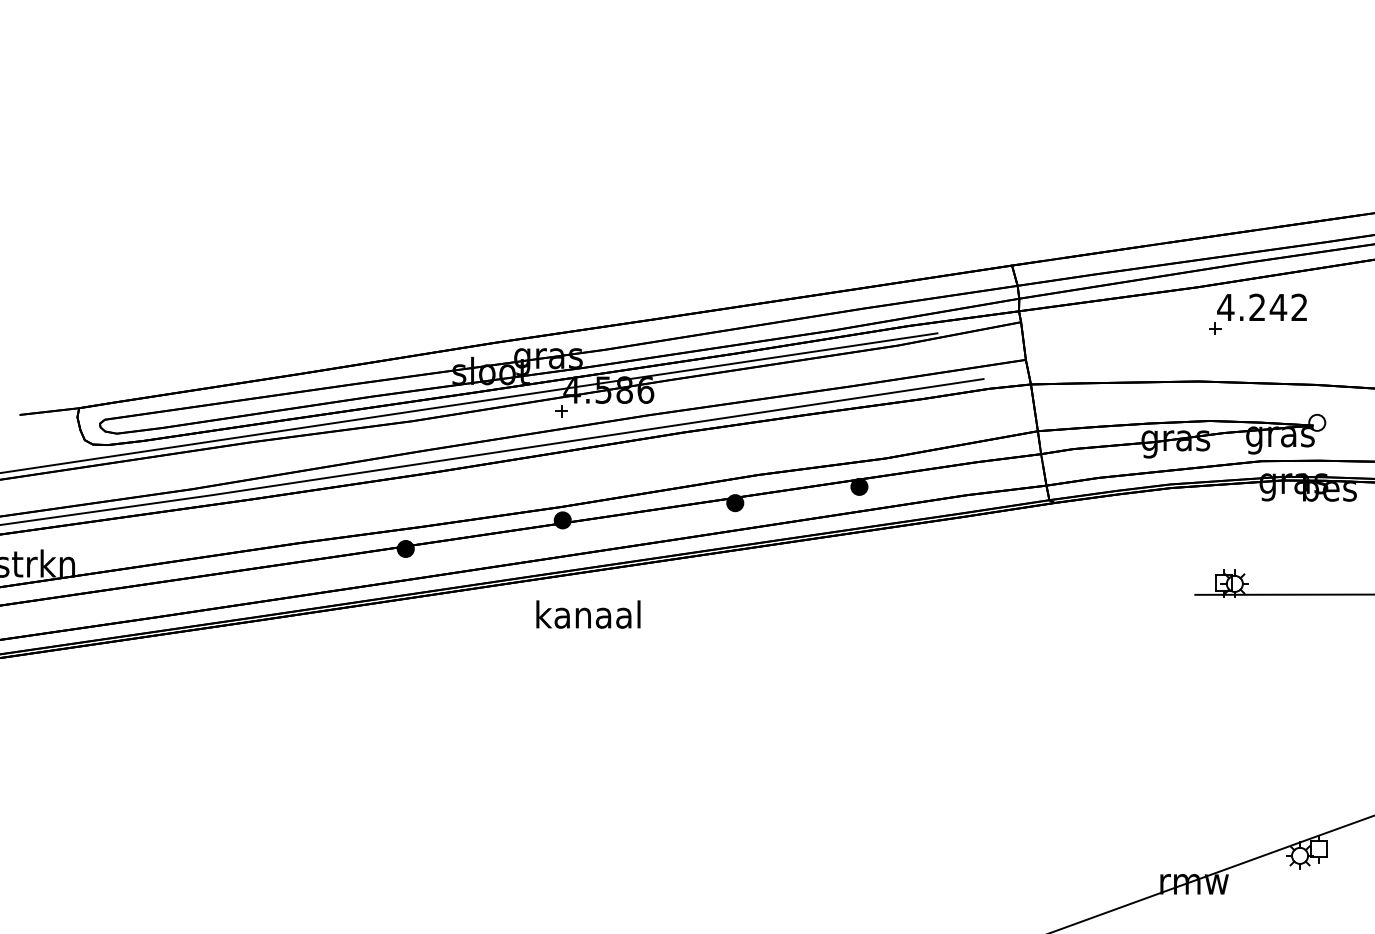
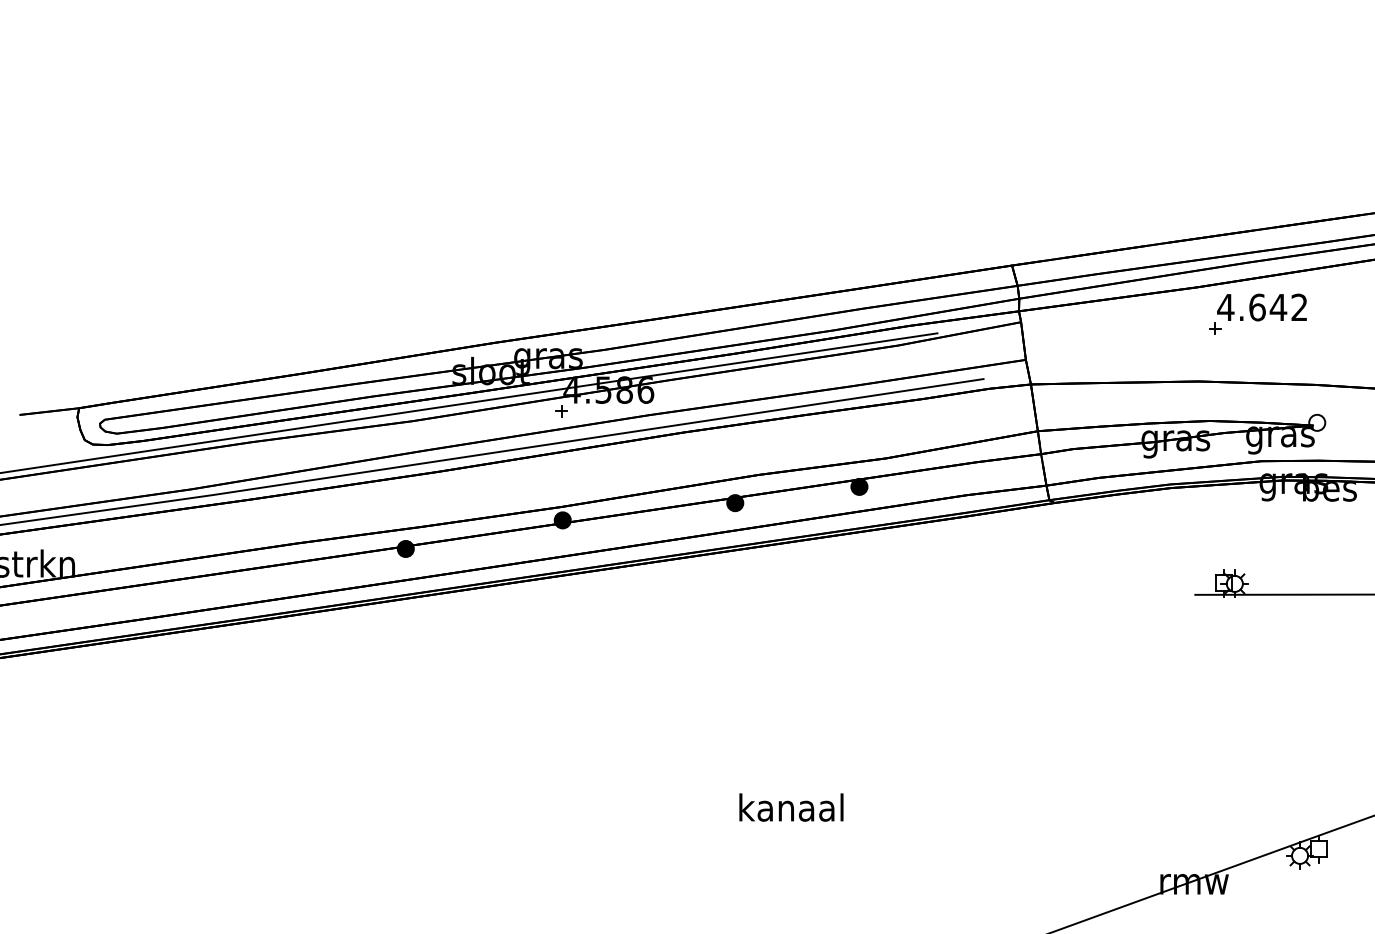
text at (1257, 307): 4.242 -> 4.642
text at (588, 614) position: (588, 614) -> (791, 807)
